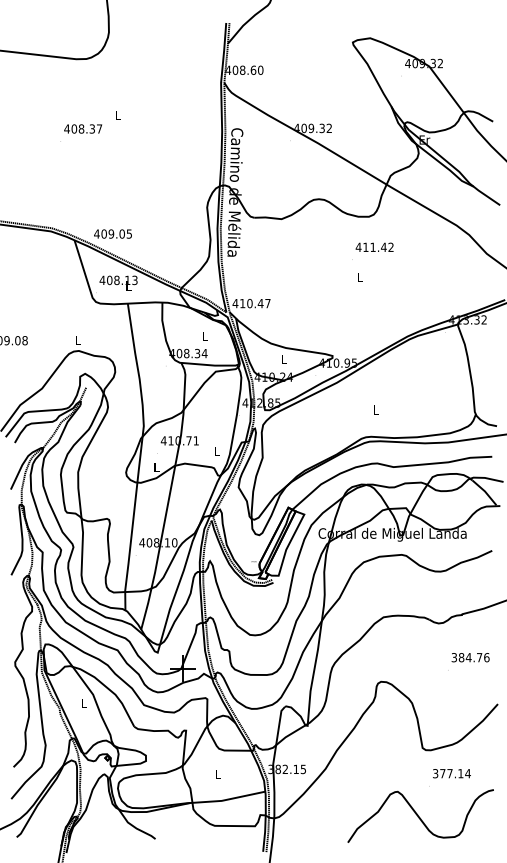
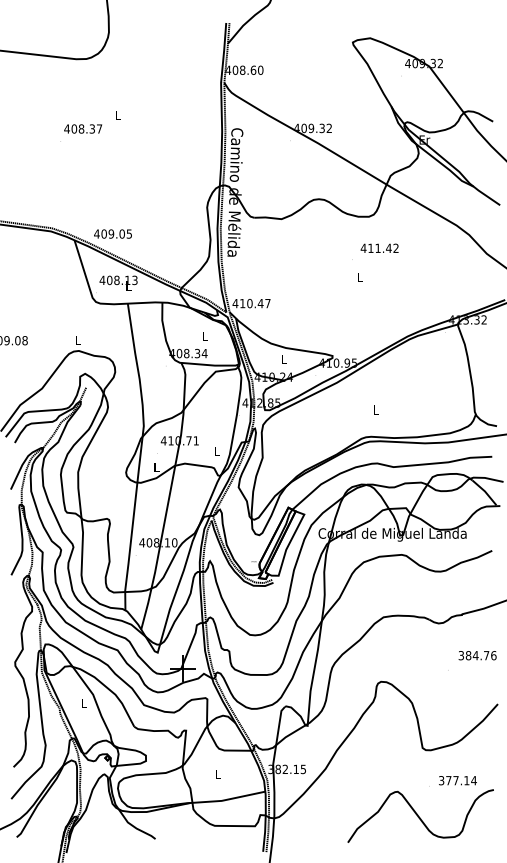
text at (374, 246) position: (374, 246) -> (379, 247)
text at (470, 657) position: (470, 657) -> (477, 655)
text at (451, 773) position: (451, 773) -> (457, 780)
